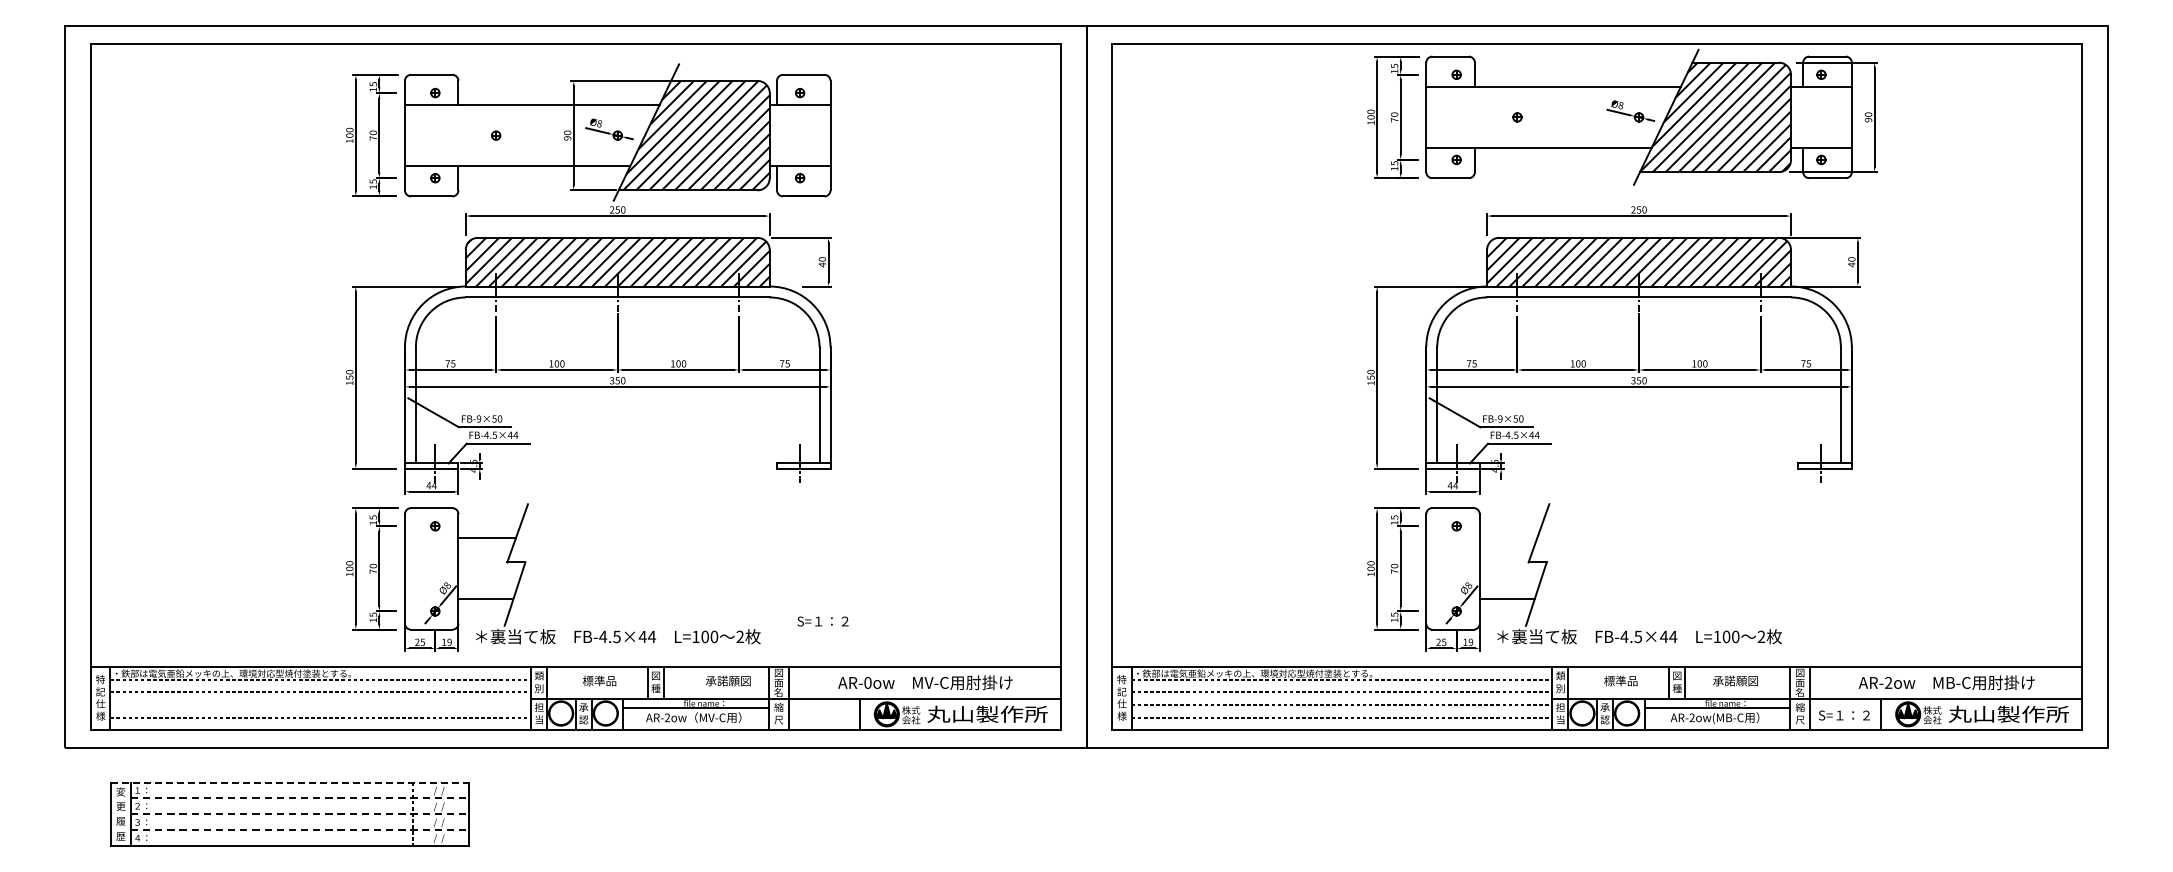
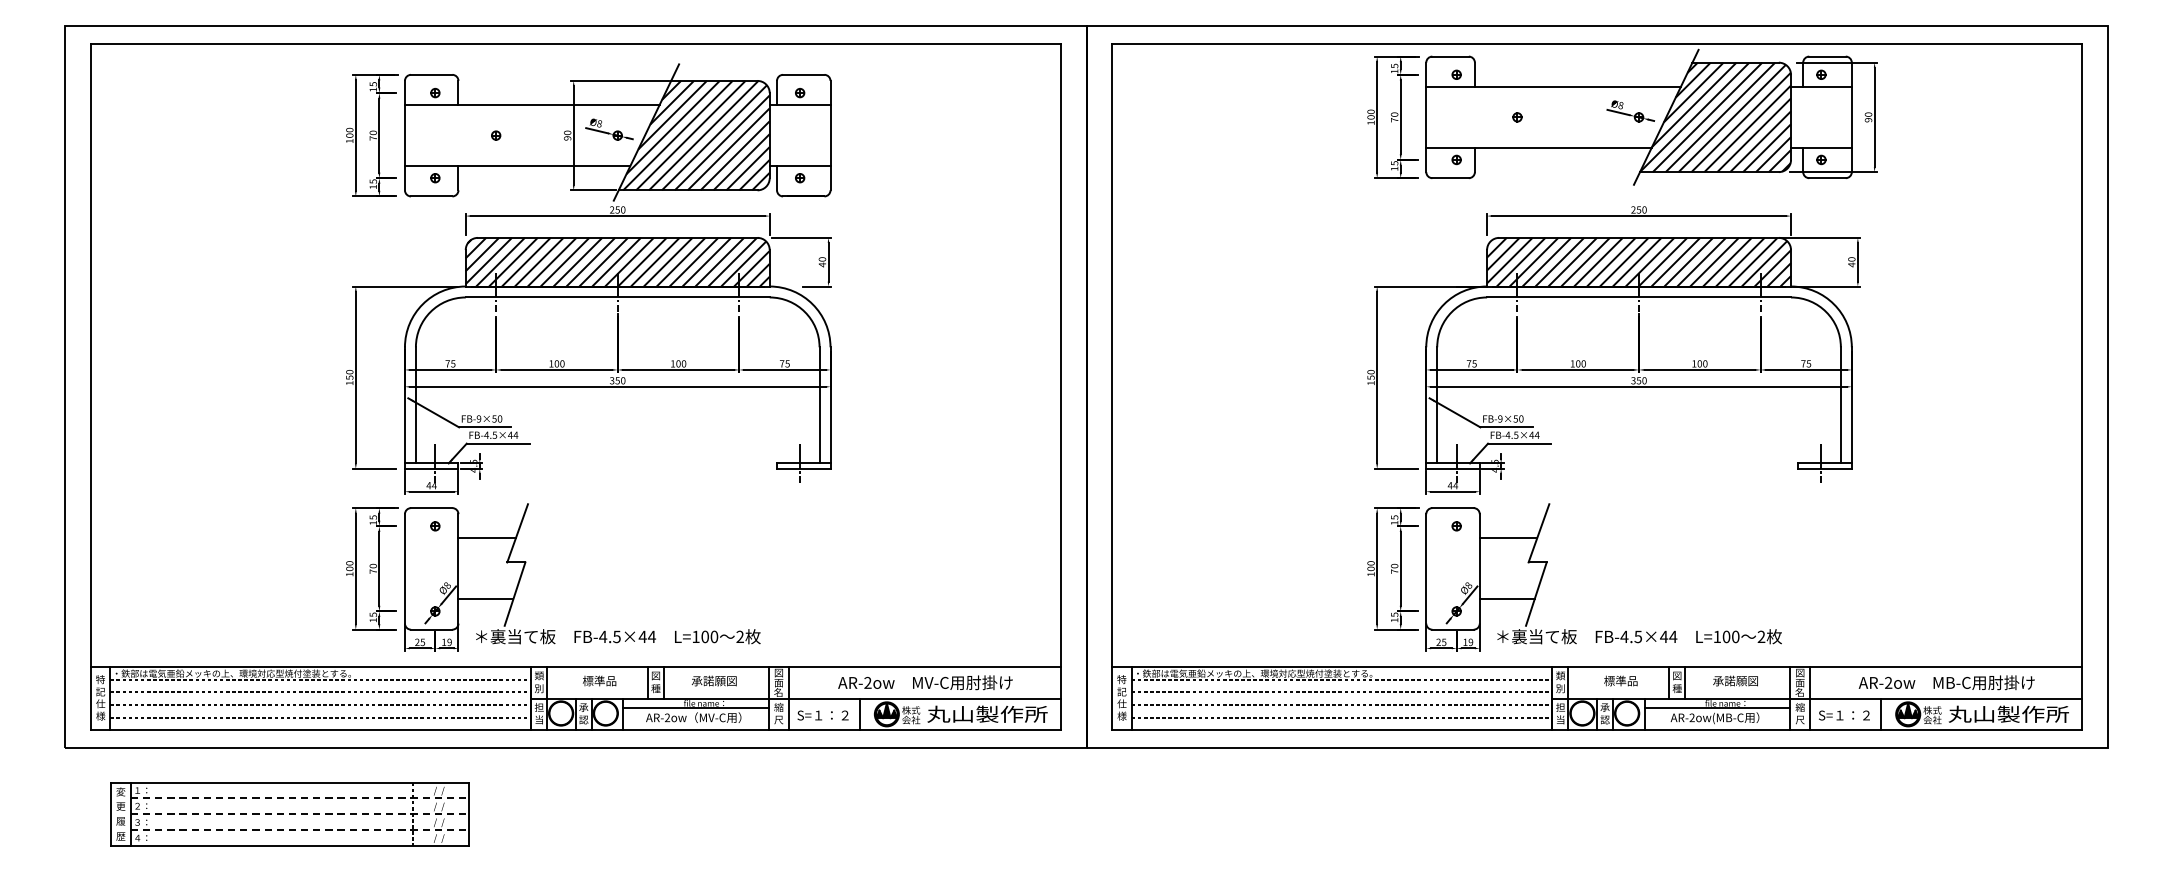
line at (1508, 538): none -> present
text at (822, 621) position: (822, 621) -> (822, 715)
text at (727, 680) position: (727, 680) -> (713, 680)
text at (867, 682): AR-0ow -> AR-2ow
line at (320, 705): none -> present
line at (289, 782): dashed -> solid
